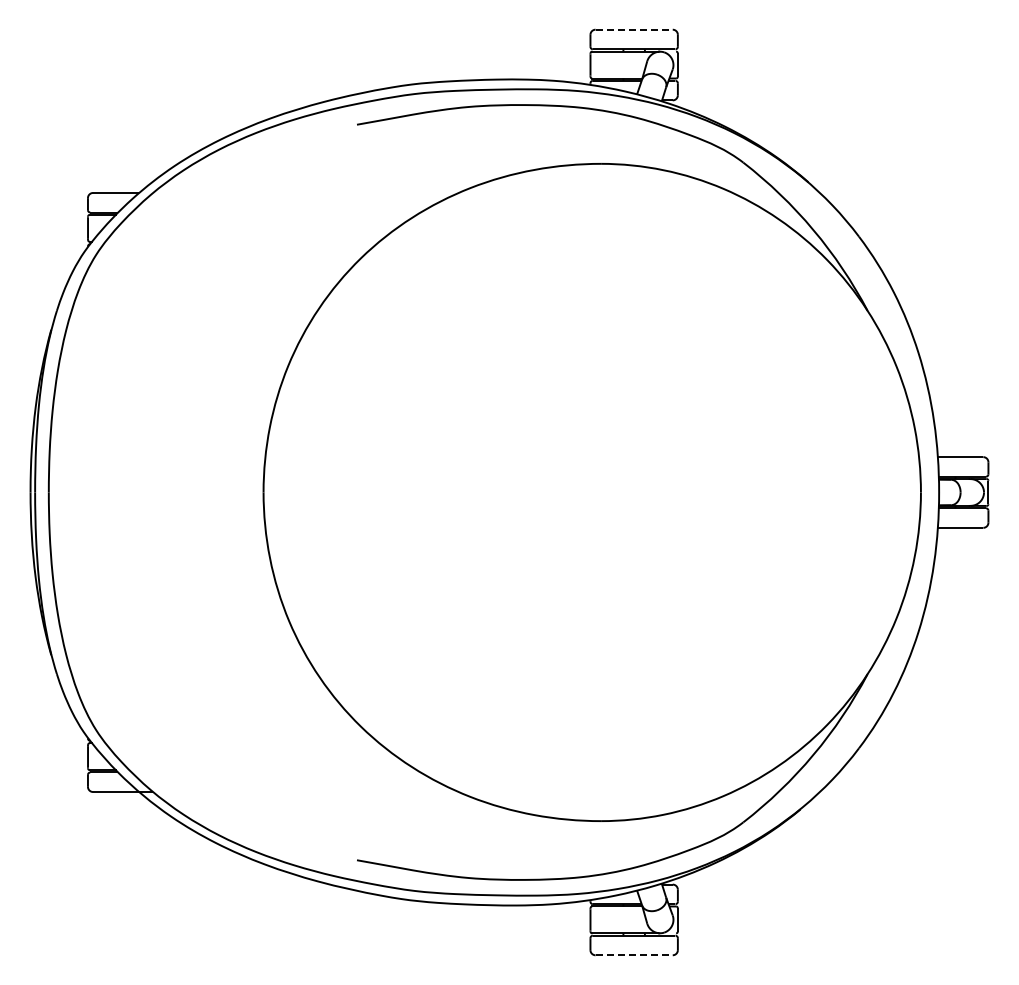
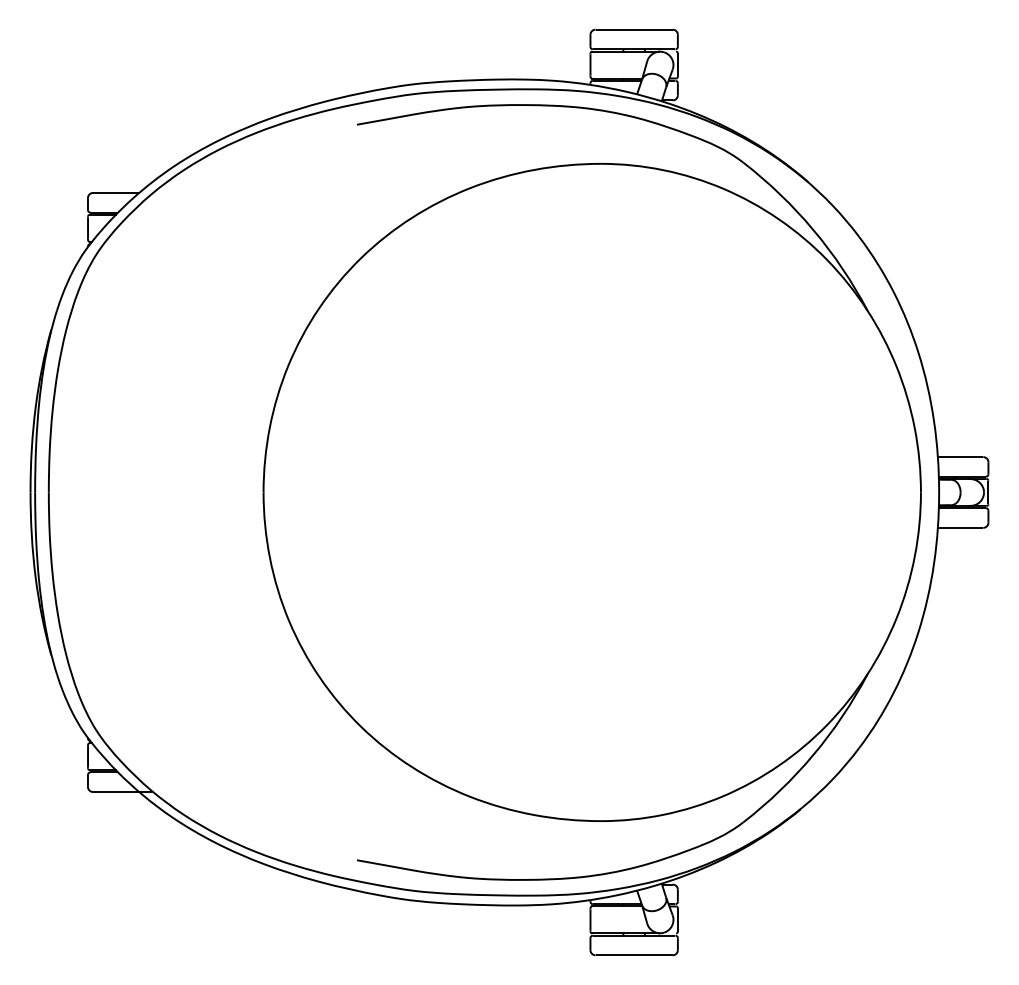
line at (634, 29): dashed -> solid
line at (634, 955): dashed -> solid
